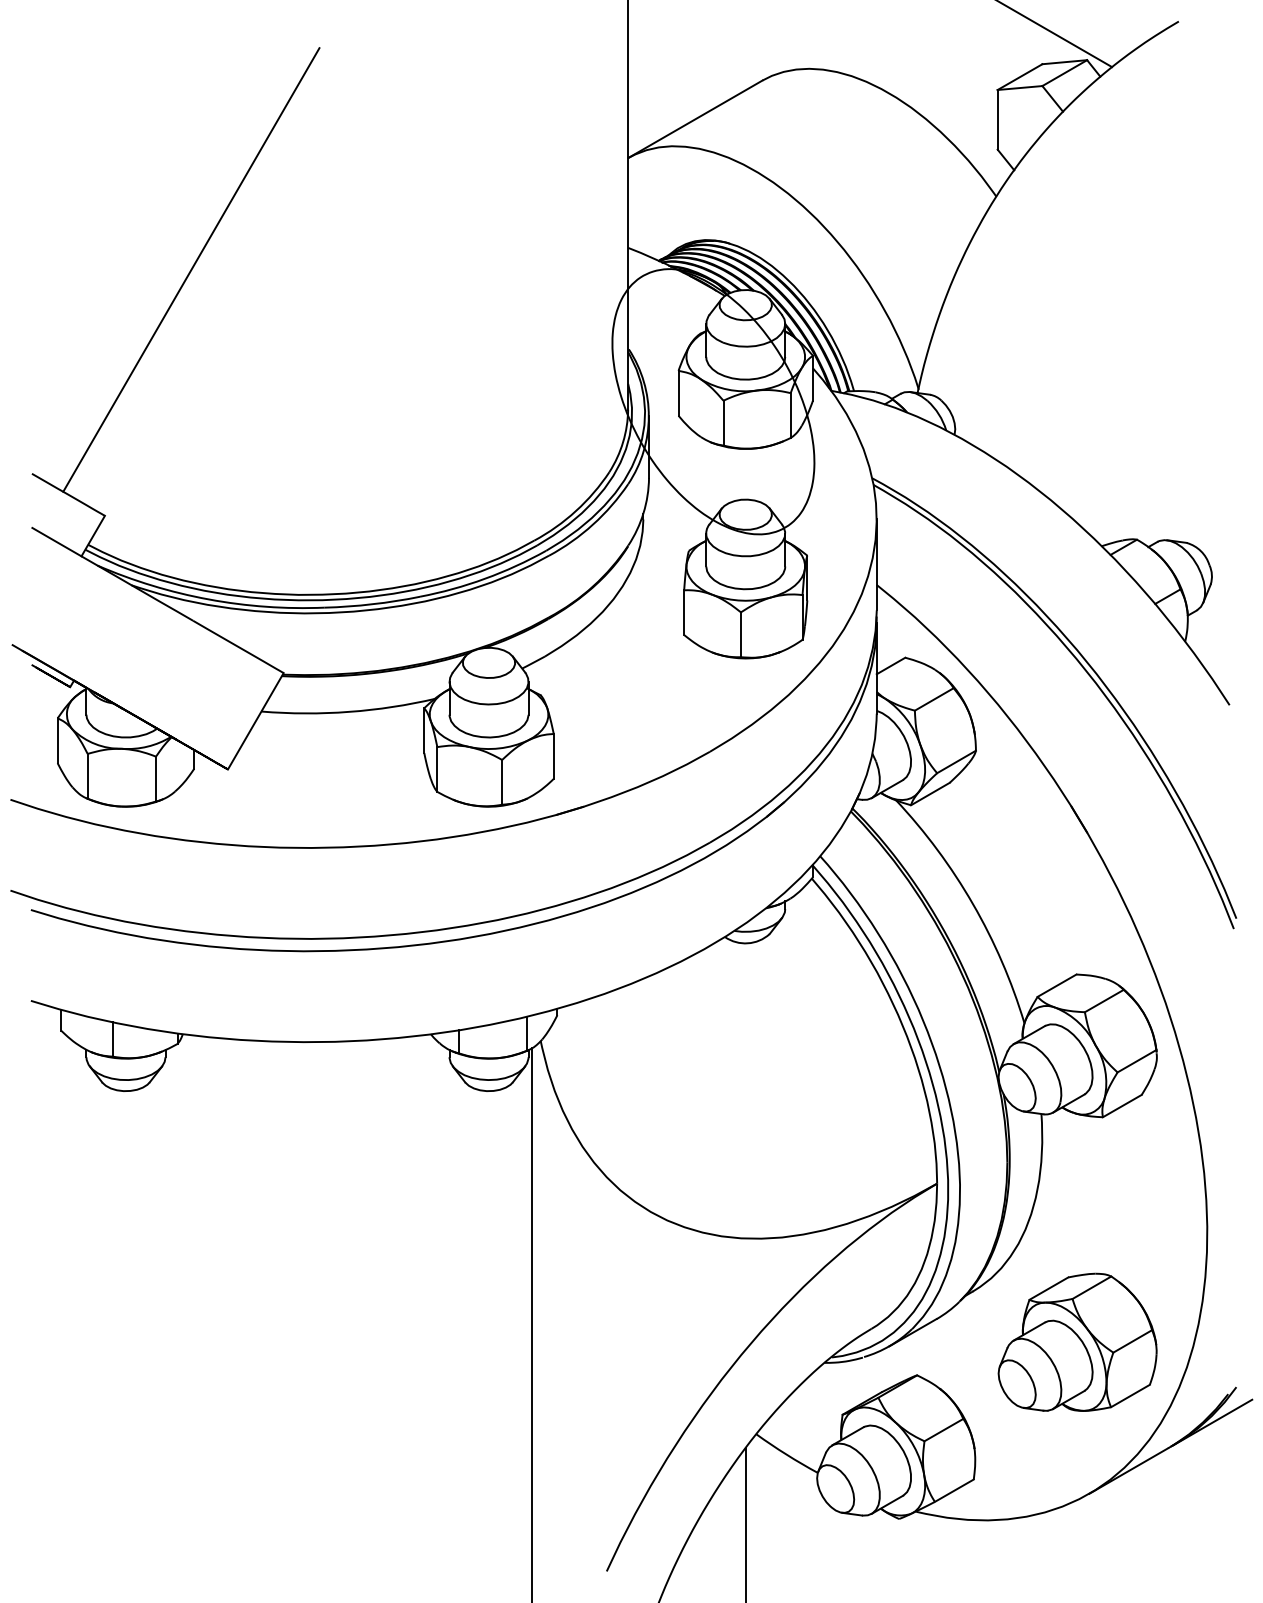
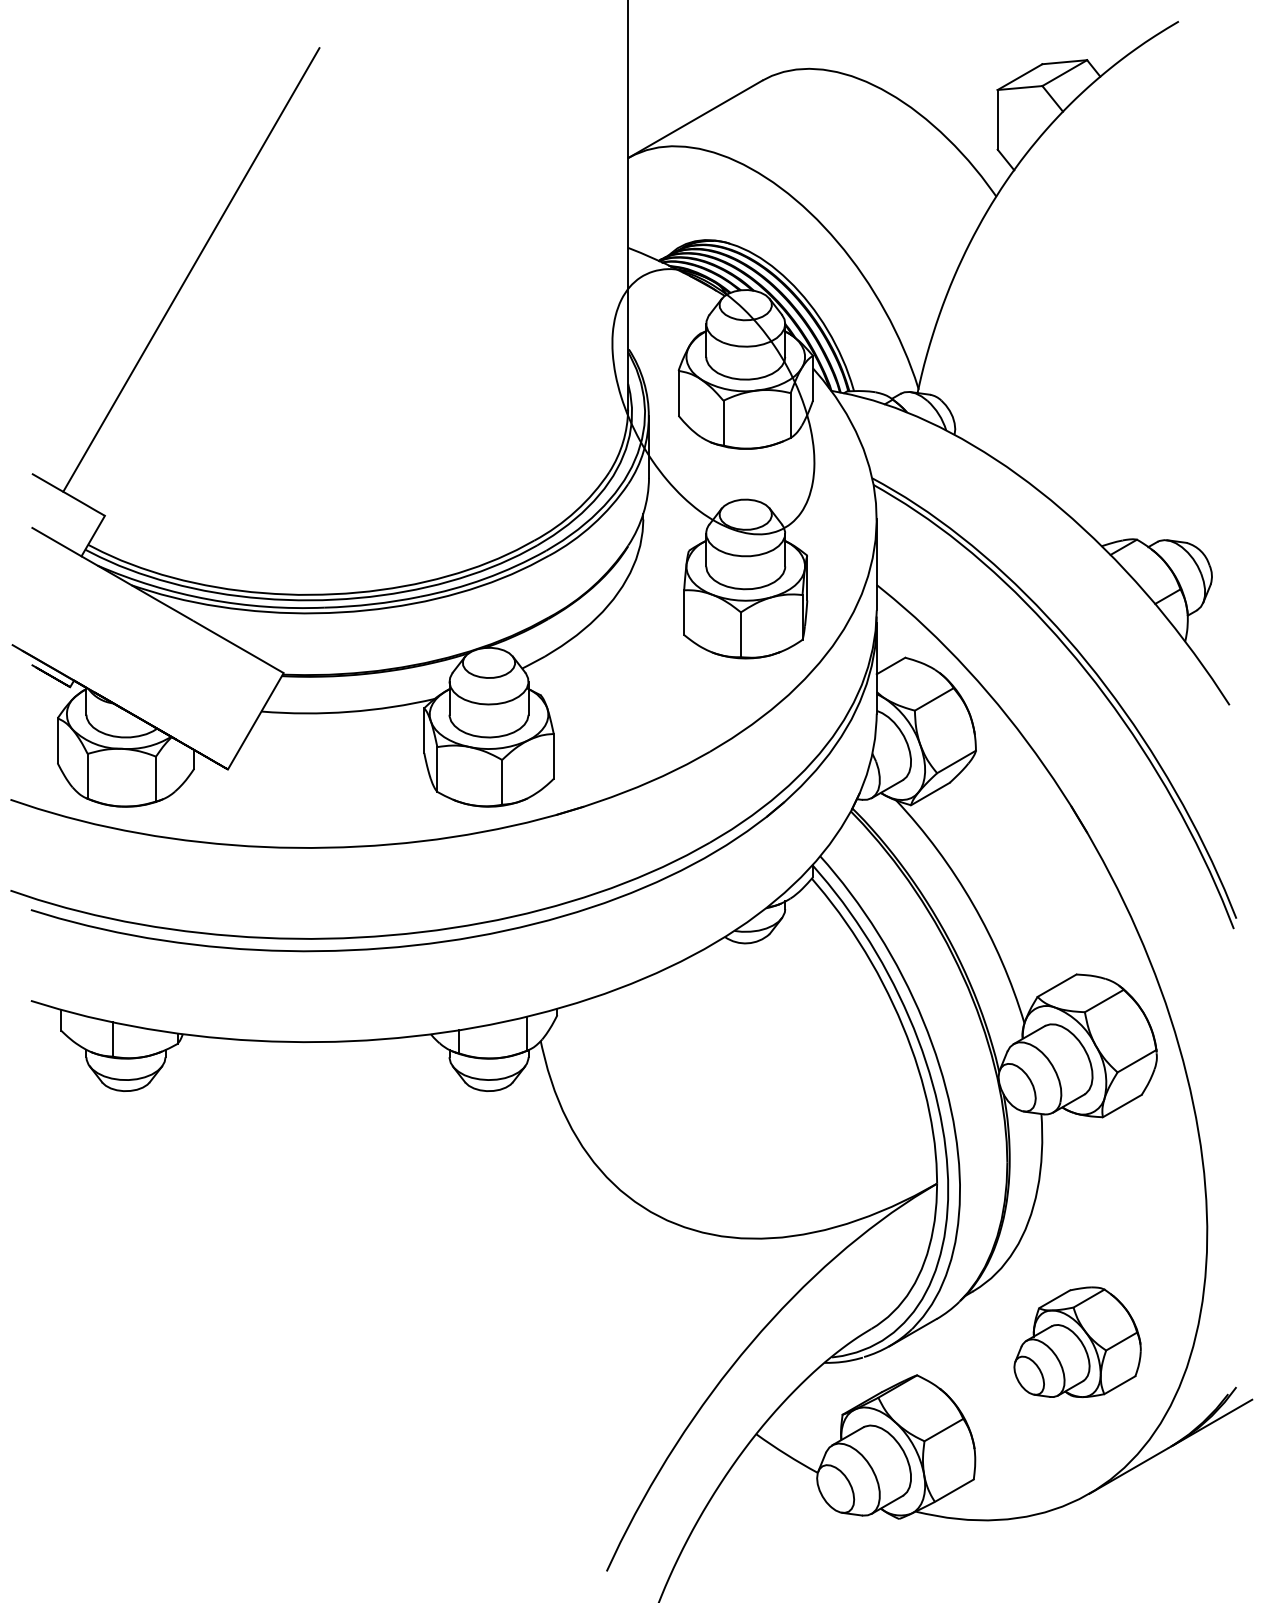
line at (1055, 34): present -> none
line at (531, 1323): present -> none
part at (1077, 1341) size: 161x140 px -> 129x113 px
line at (745, 1523): present -> none
